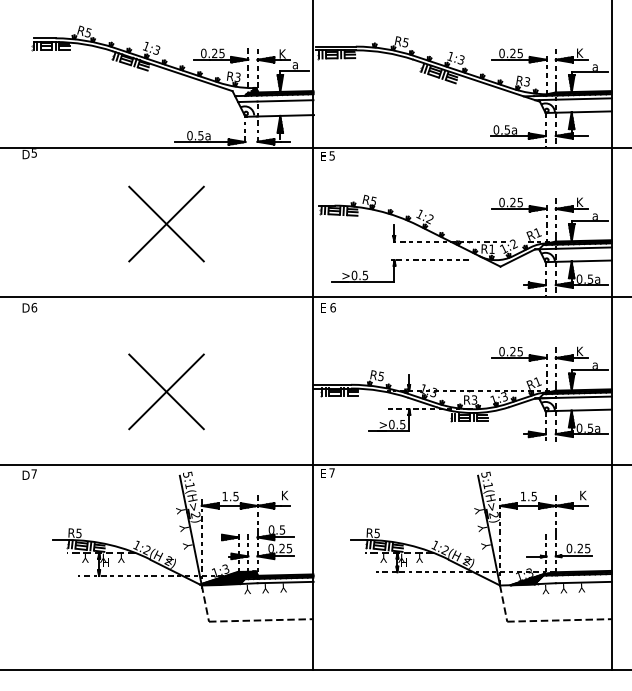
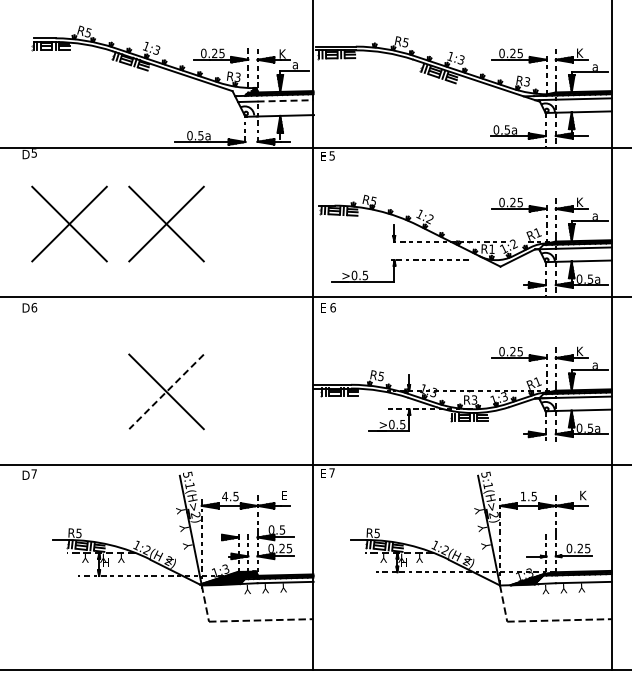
line at (285, 100): solid -> dashed
part at (69, 223): none -> present
line at (166, 391): solid -> dashed
text at (285, 495): K -> E
text at (225, 496): 1.5 -> 4.5
